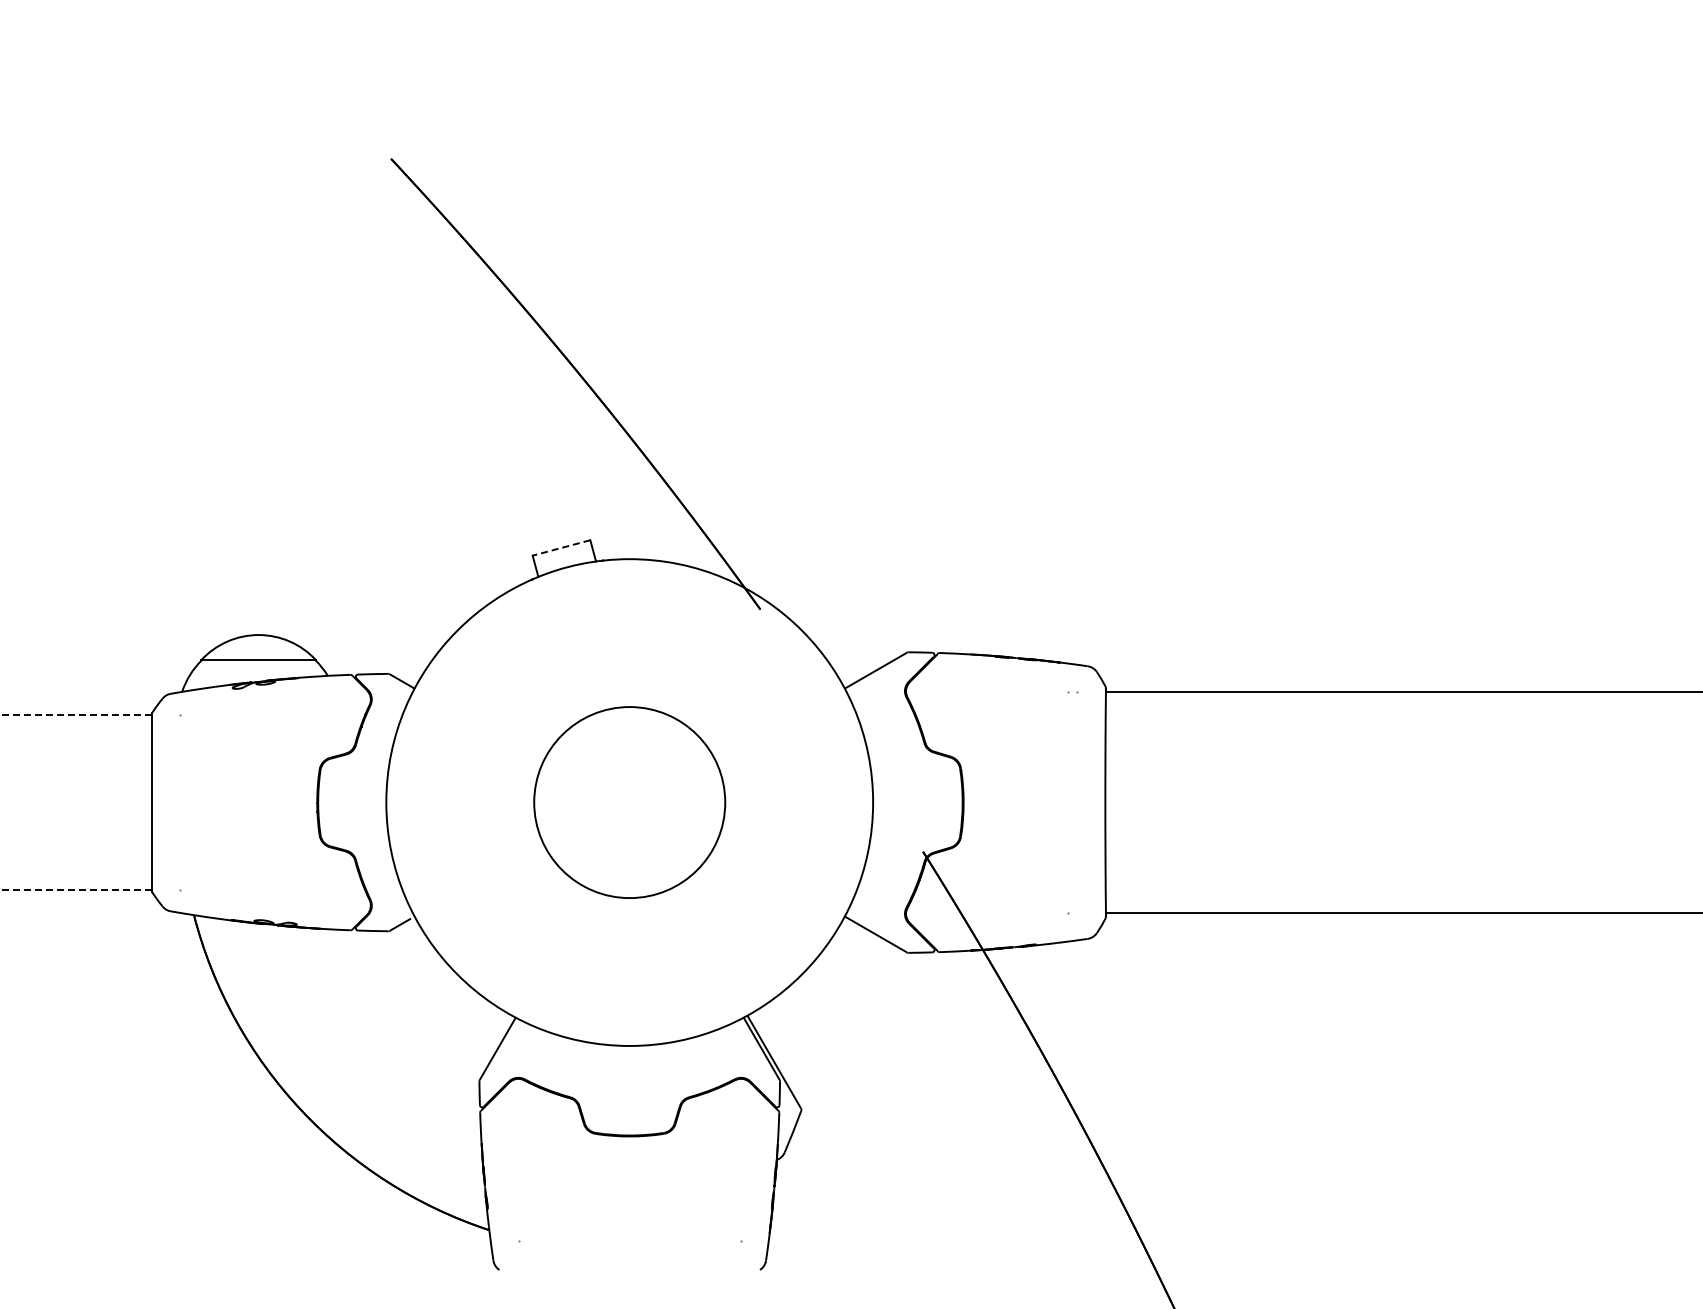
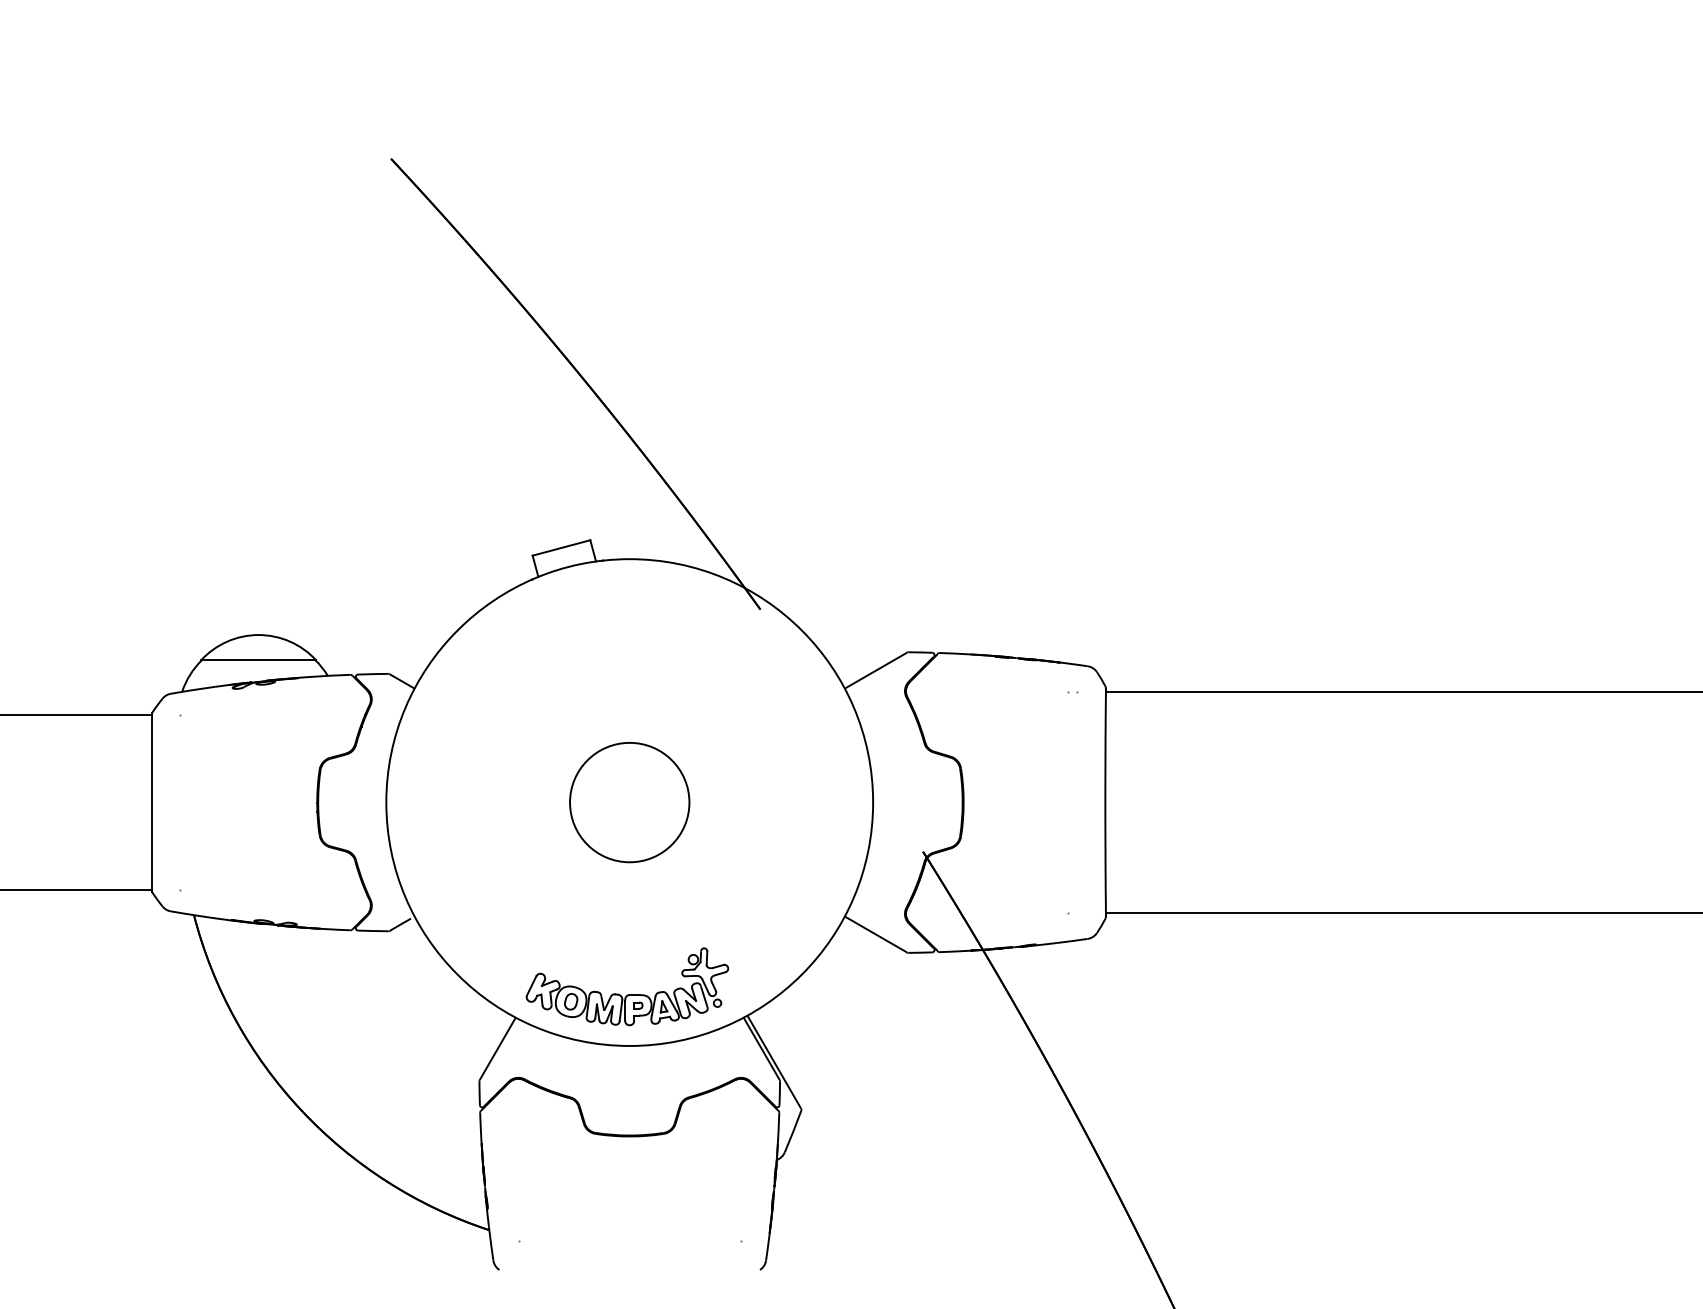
line at (561, 547): dashed -> solid
line at (76, 715): dashed -> solid
circle at (629, 802) diameter: 191 px -> 119 px
line at (76, 889): dashed -> solid
part at (627, 994): none -> present
